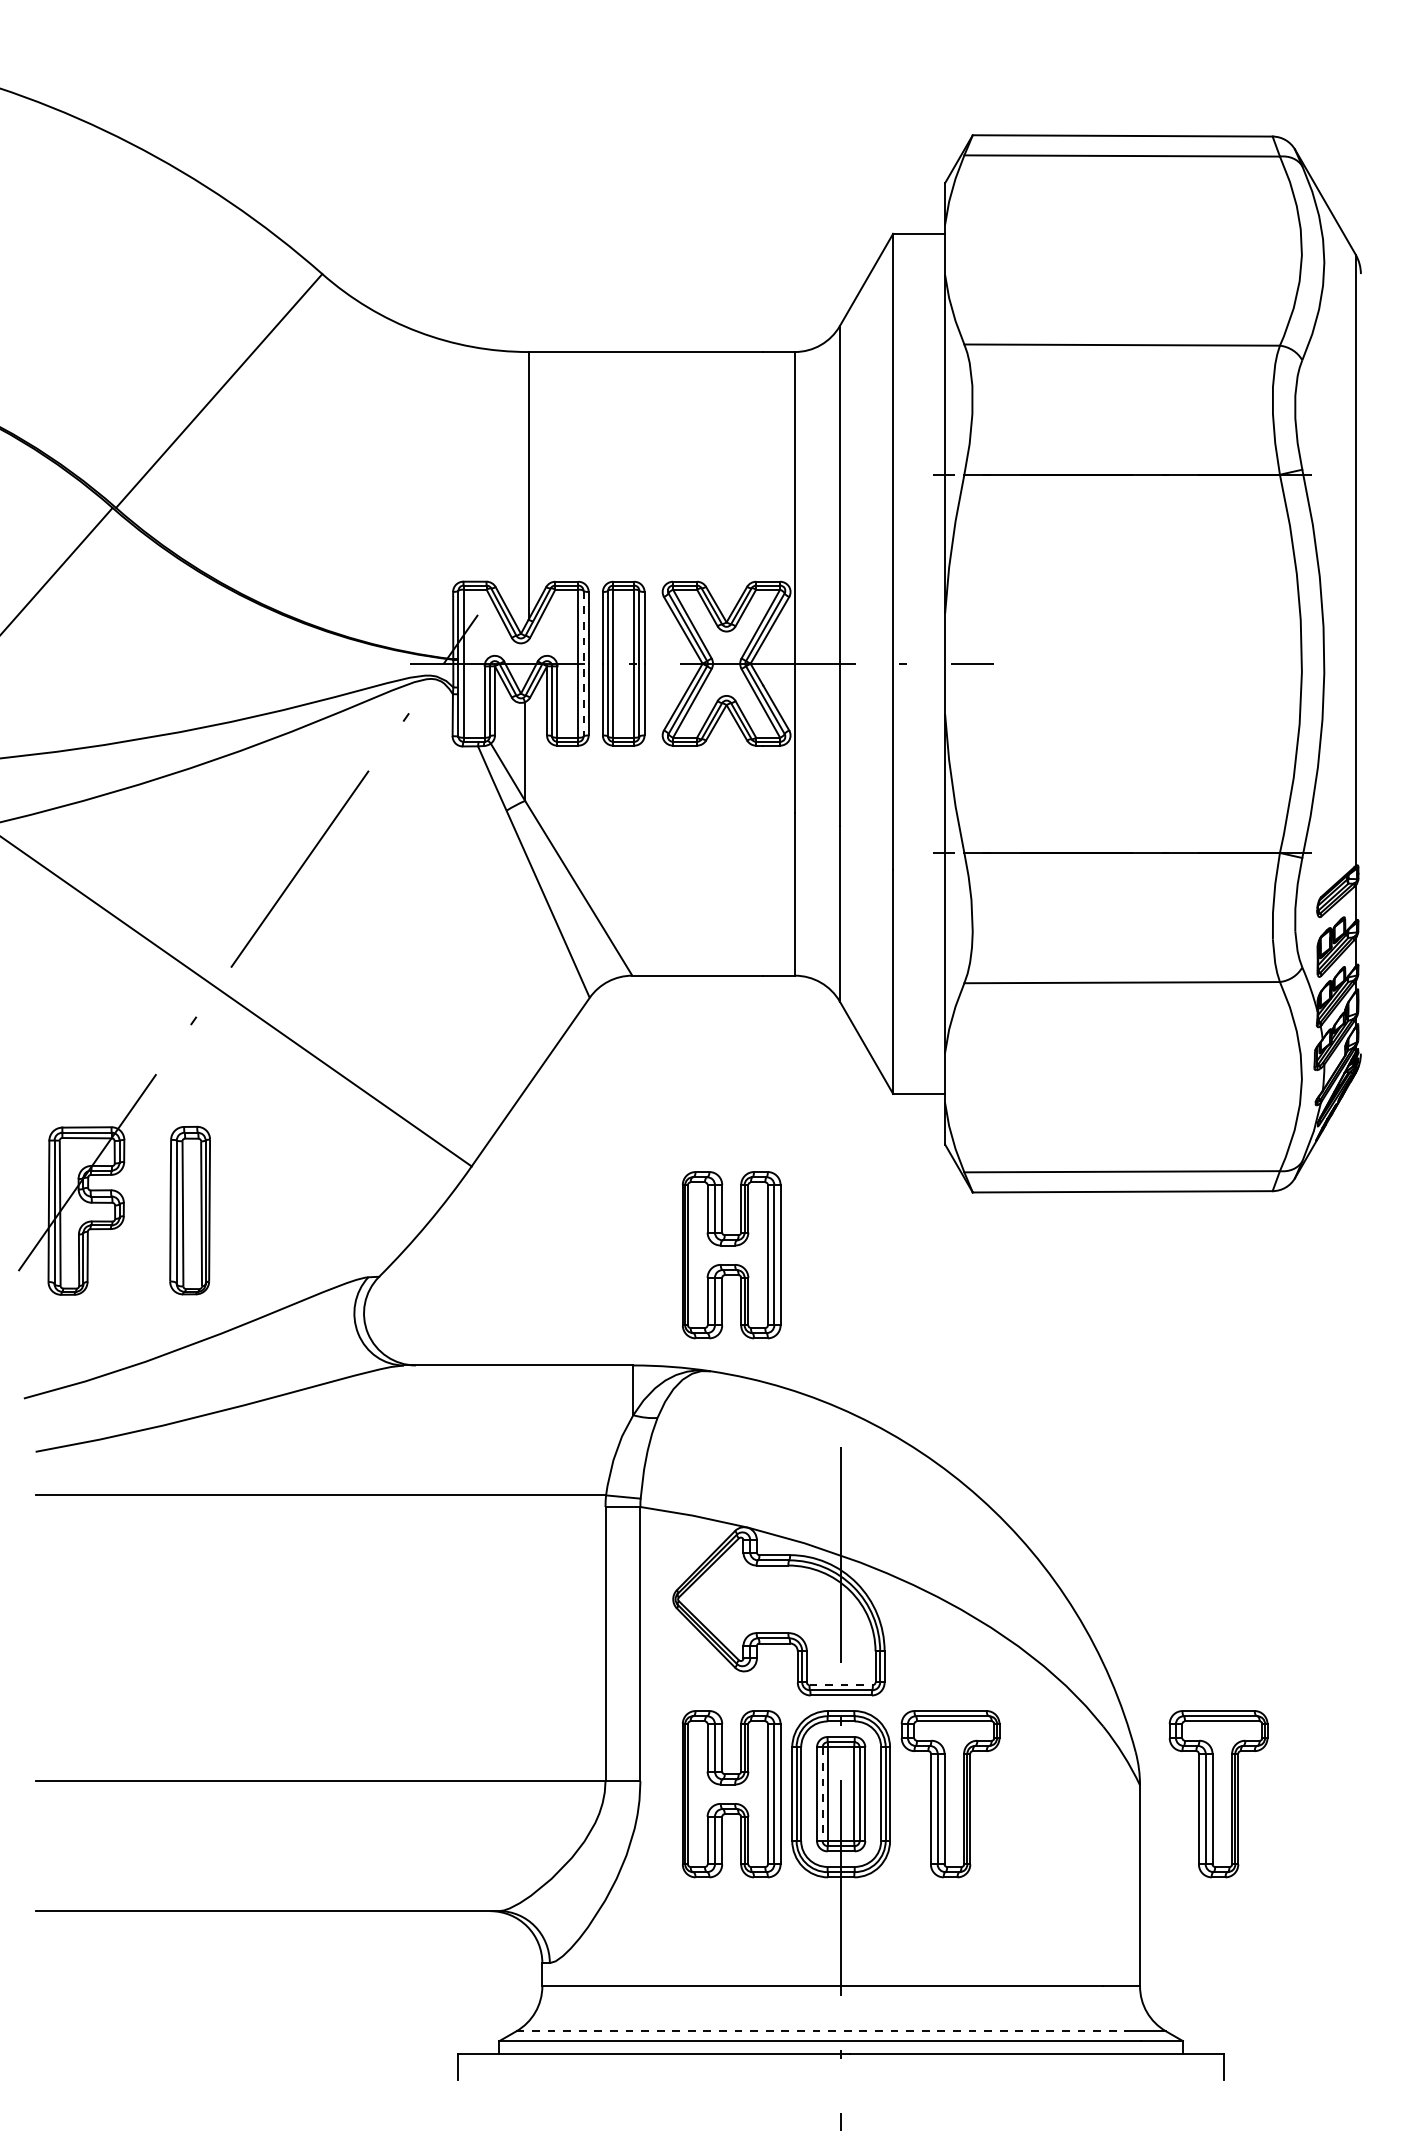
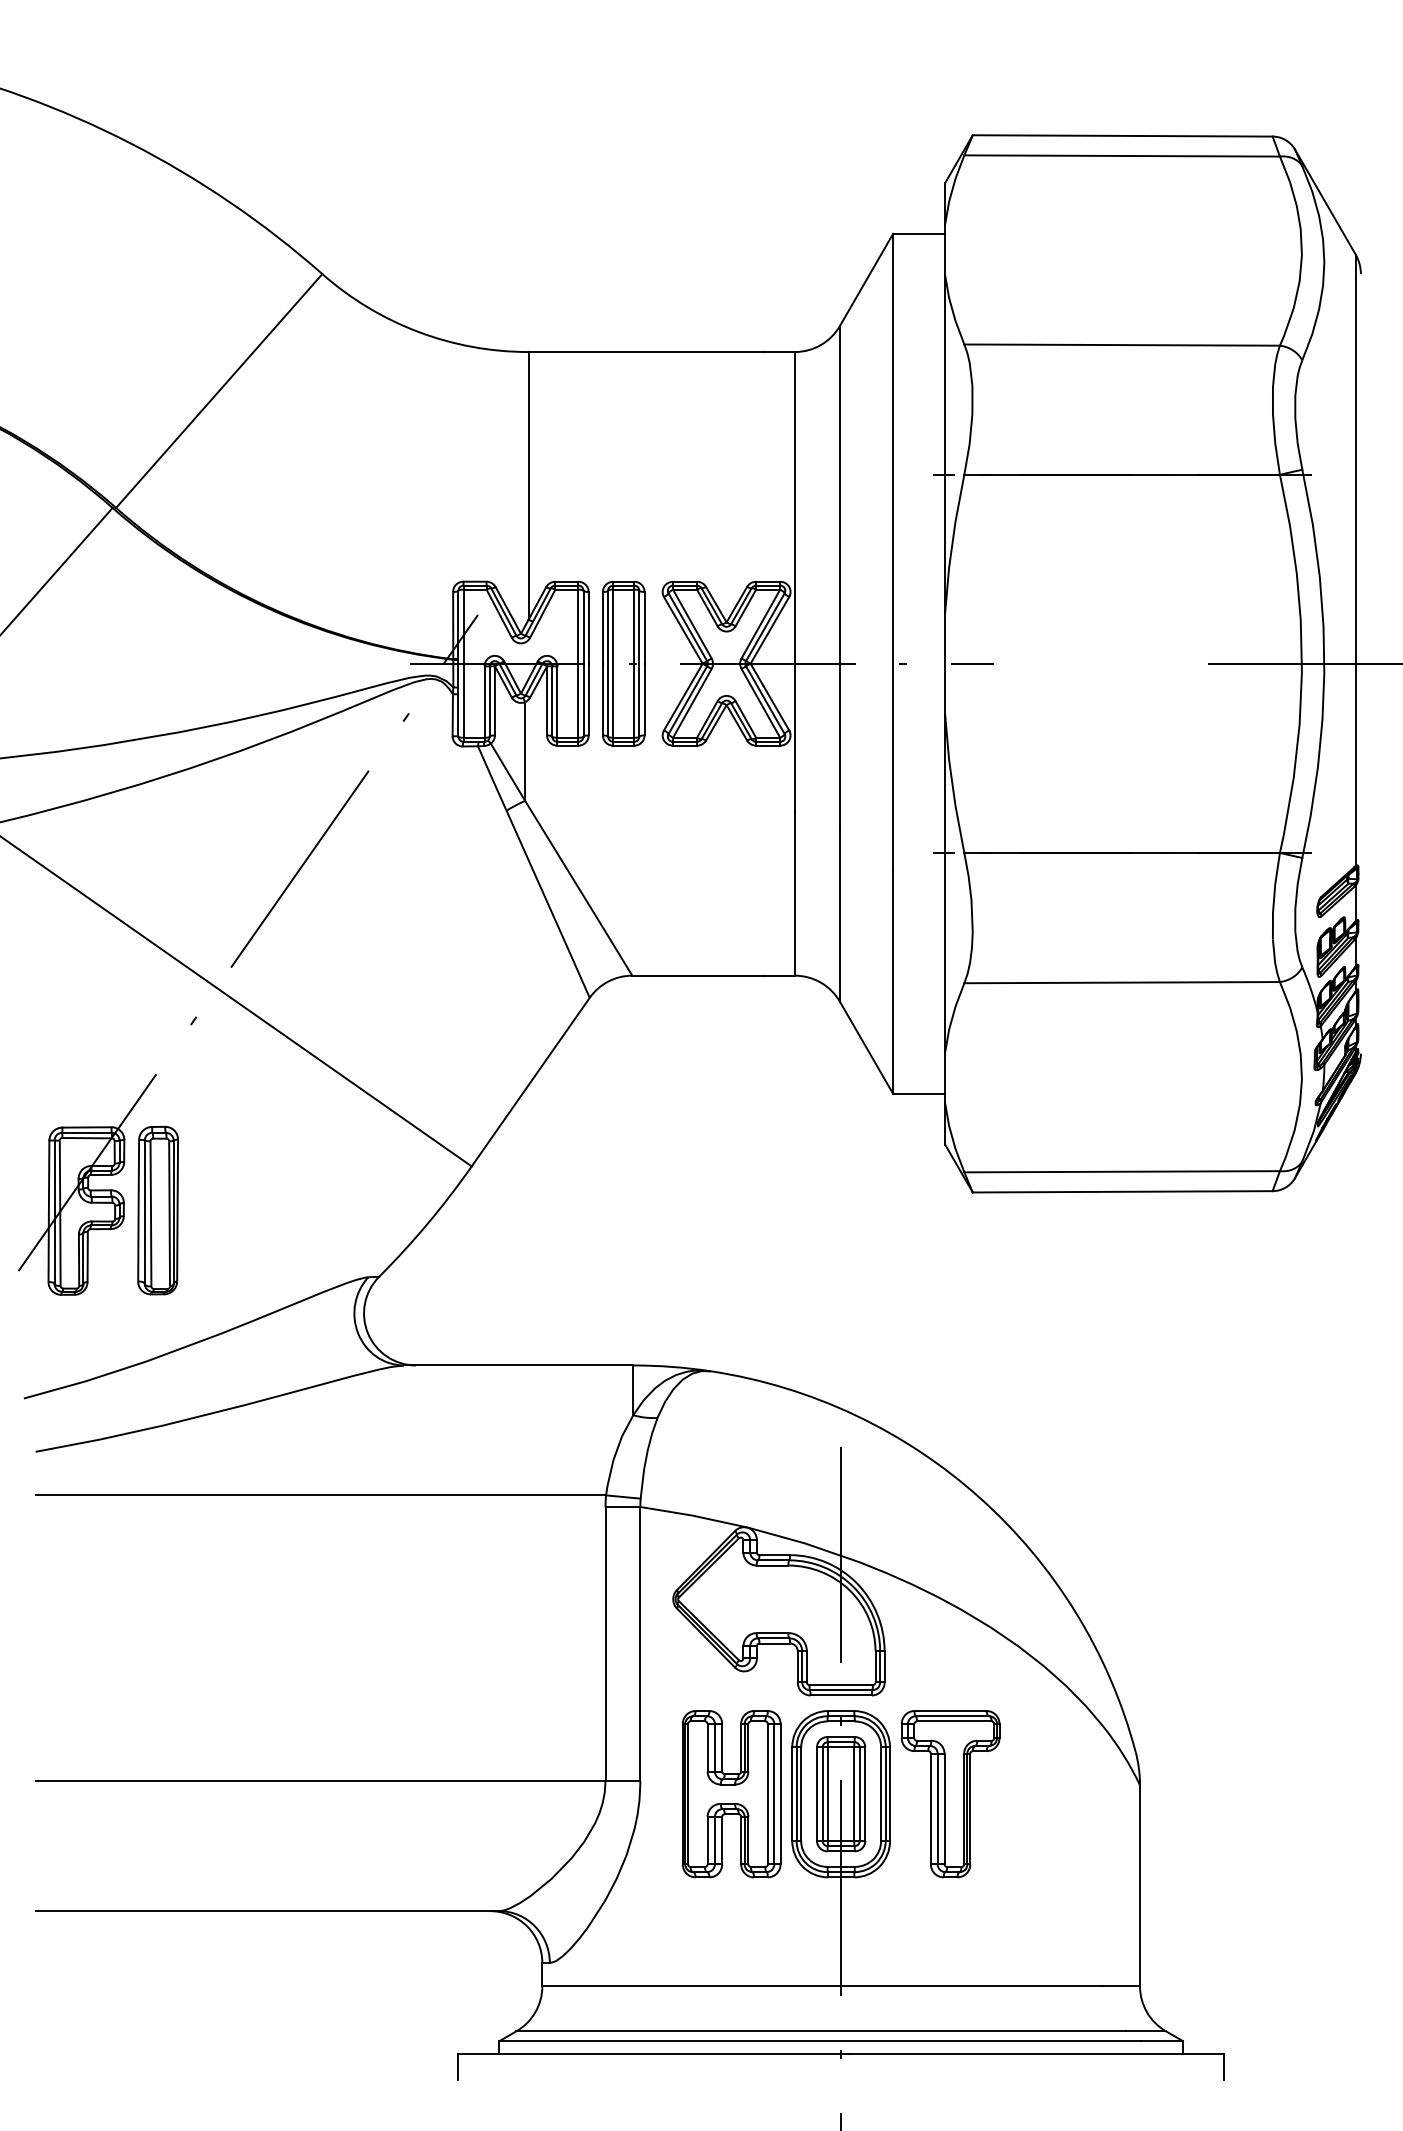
line at (583, 663): dashed -> solid
line at (1303, 663): none -> present
part at (189, 1210) position: (189, 1210) -> (157, 1210)
part at (731, 1255): present -> none
line at (841, 1685): dashed -> solid
line at (822, 1794): dashed -> solid
part at (1218, 1794): present -> none
line at (821, 2031): dashed -> solid
